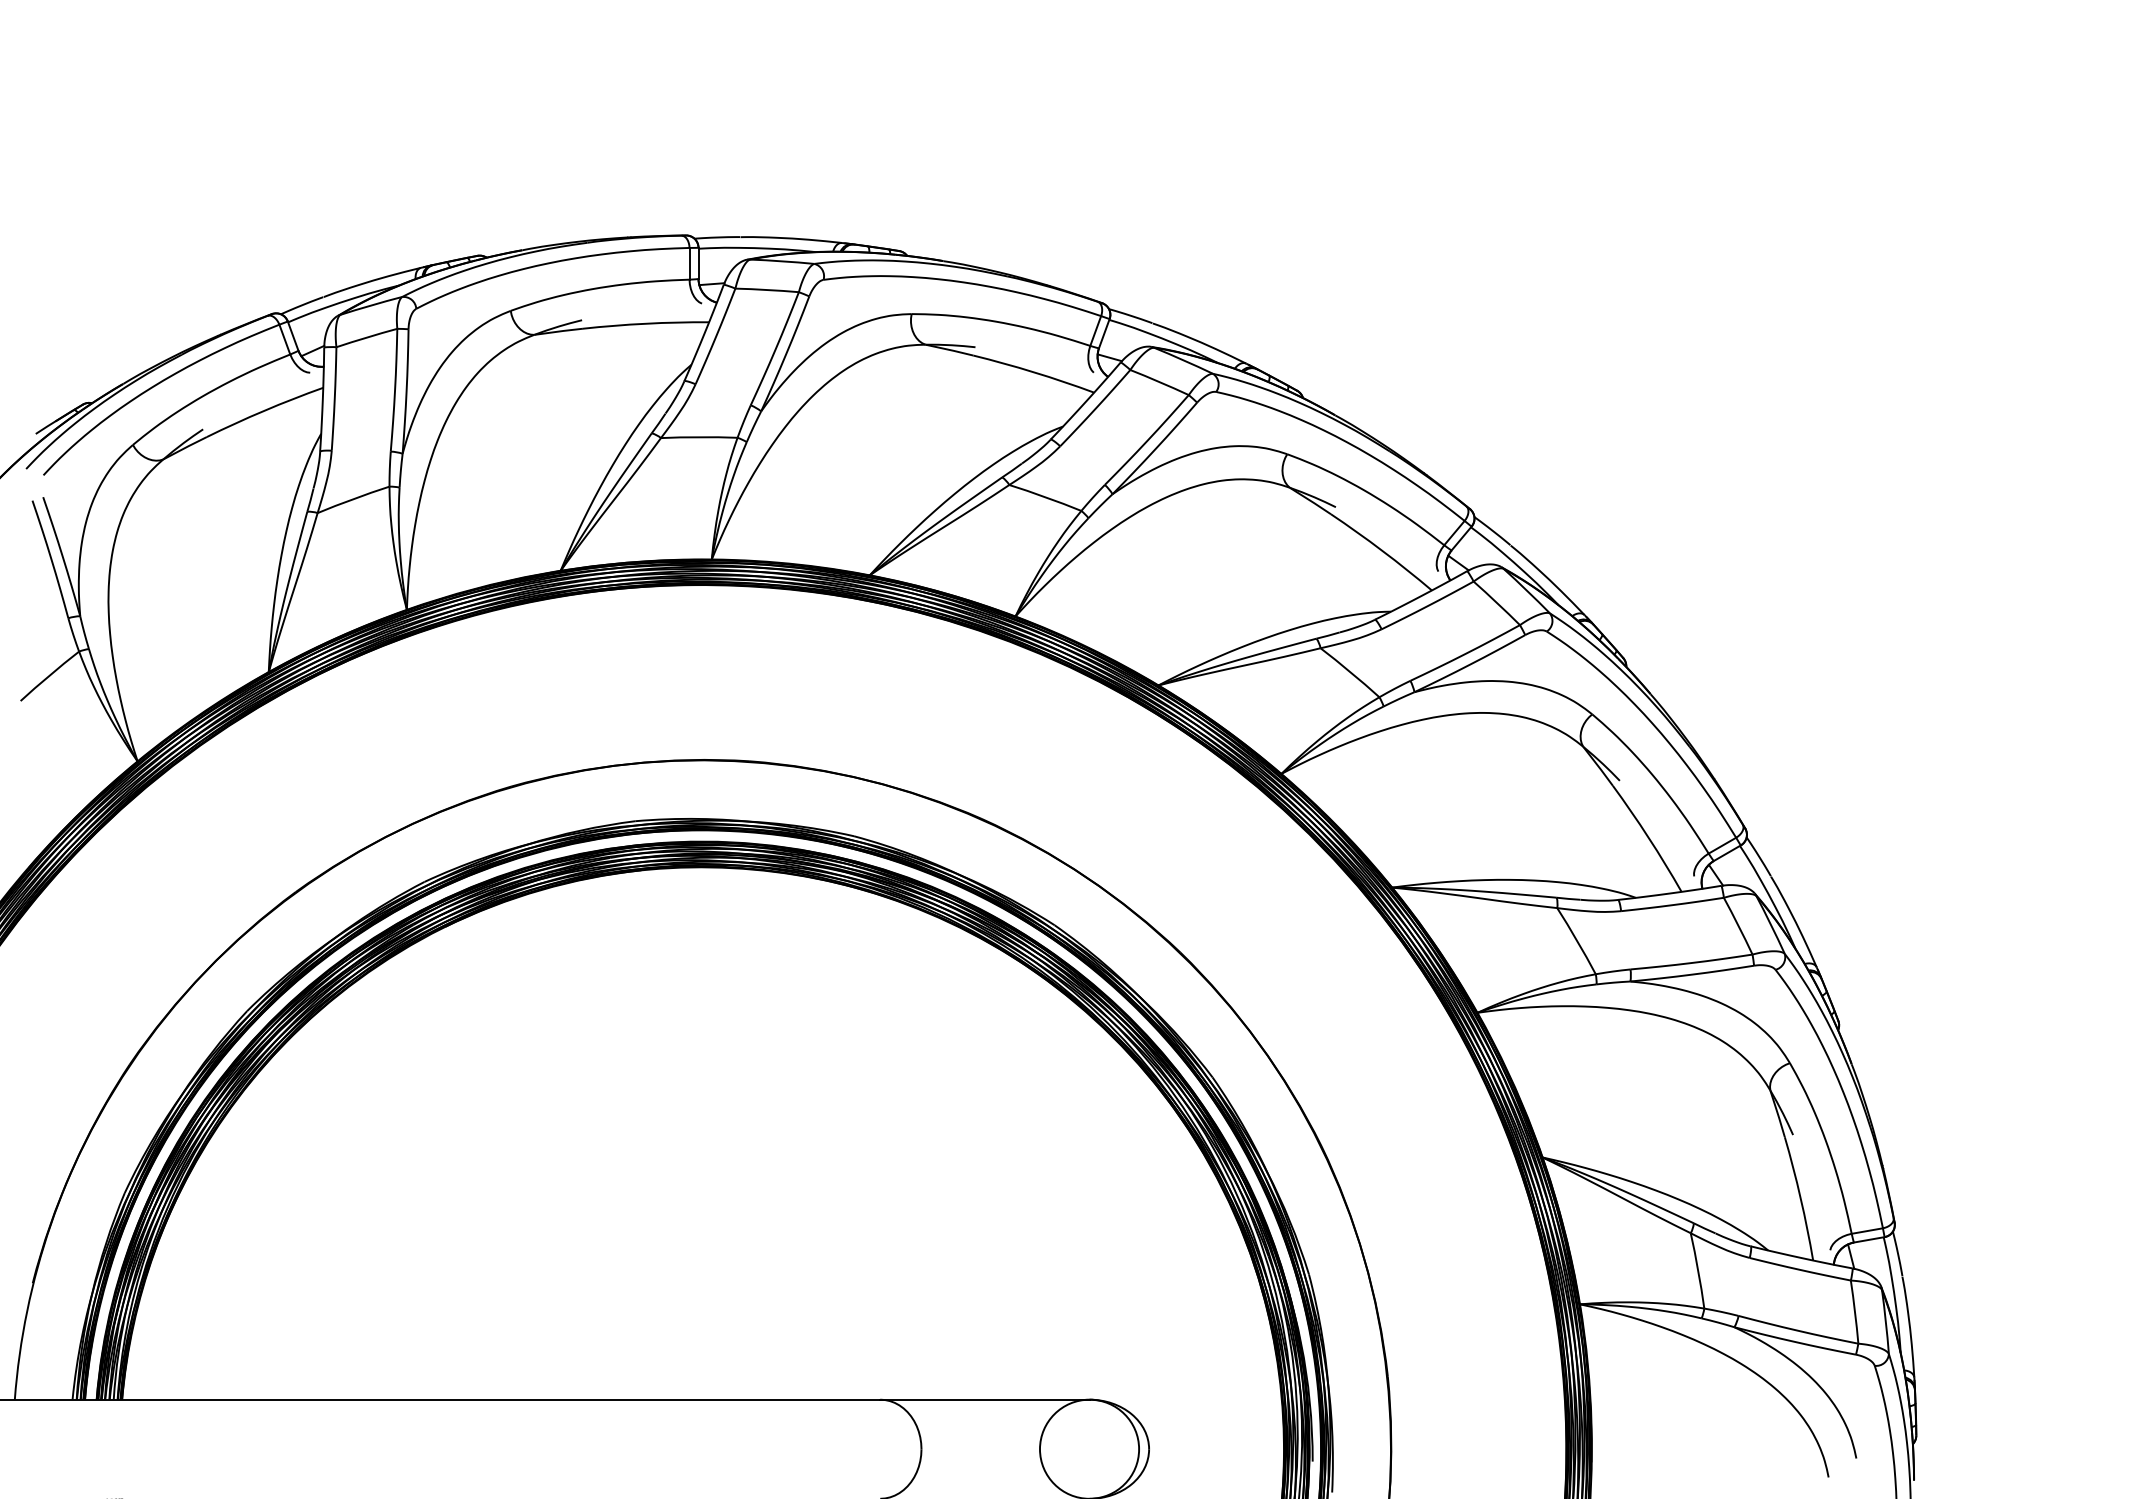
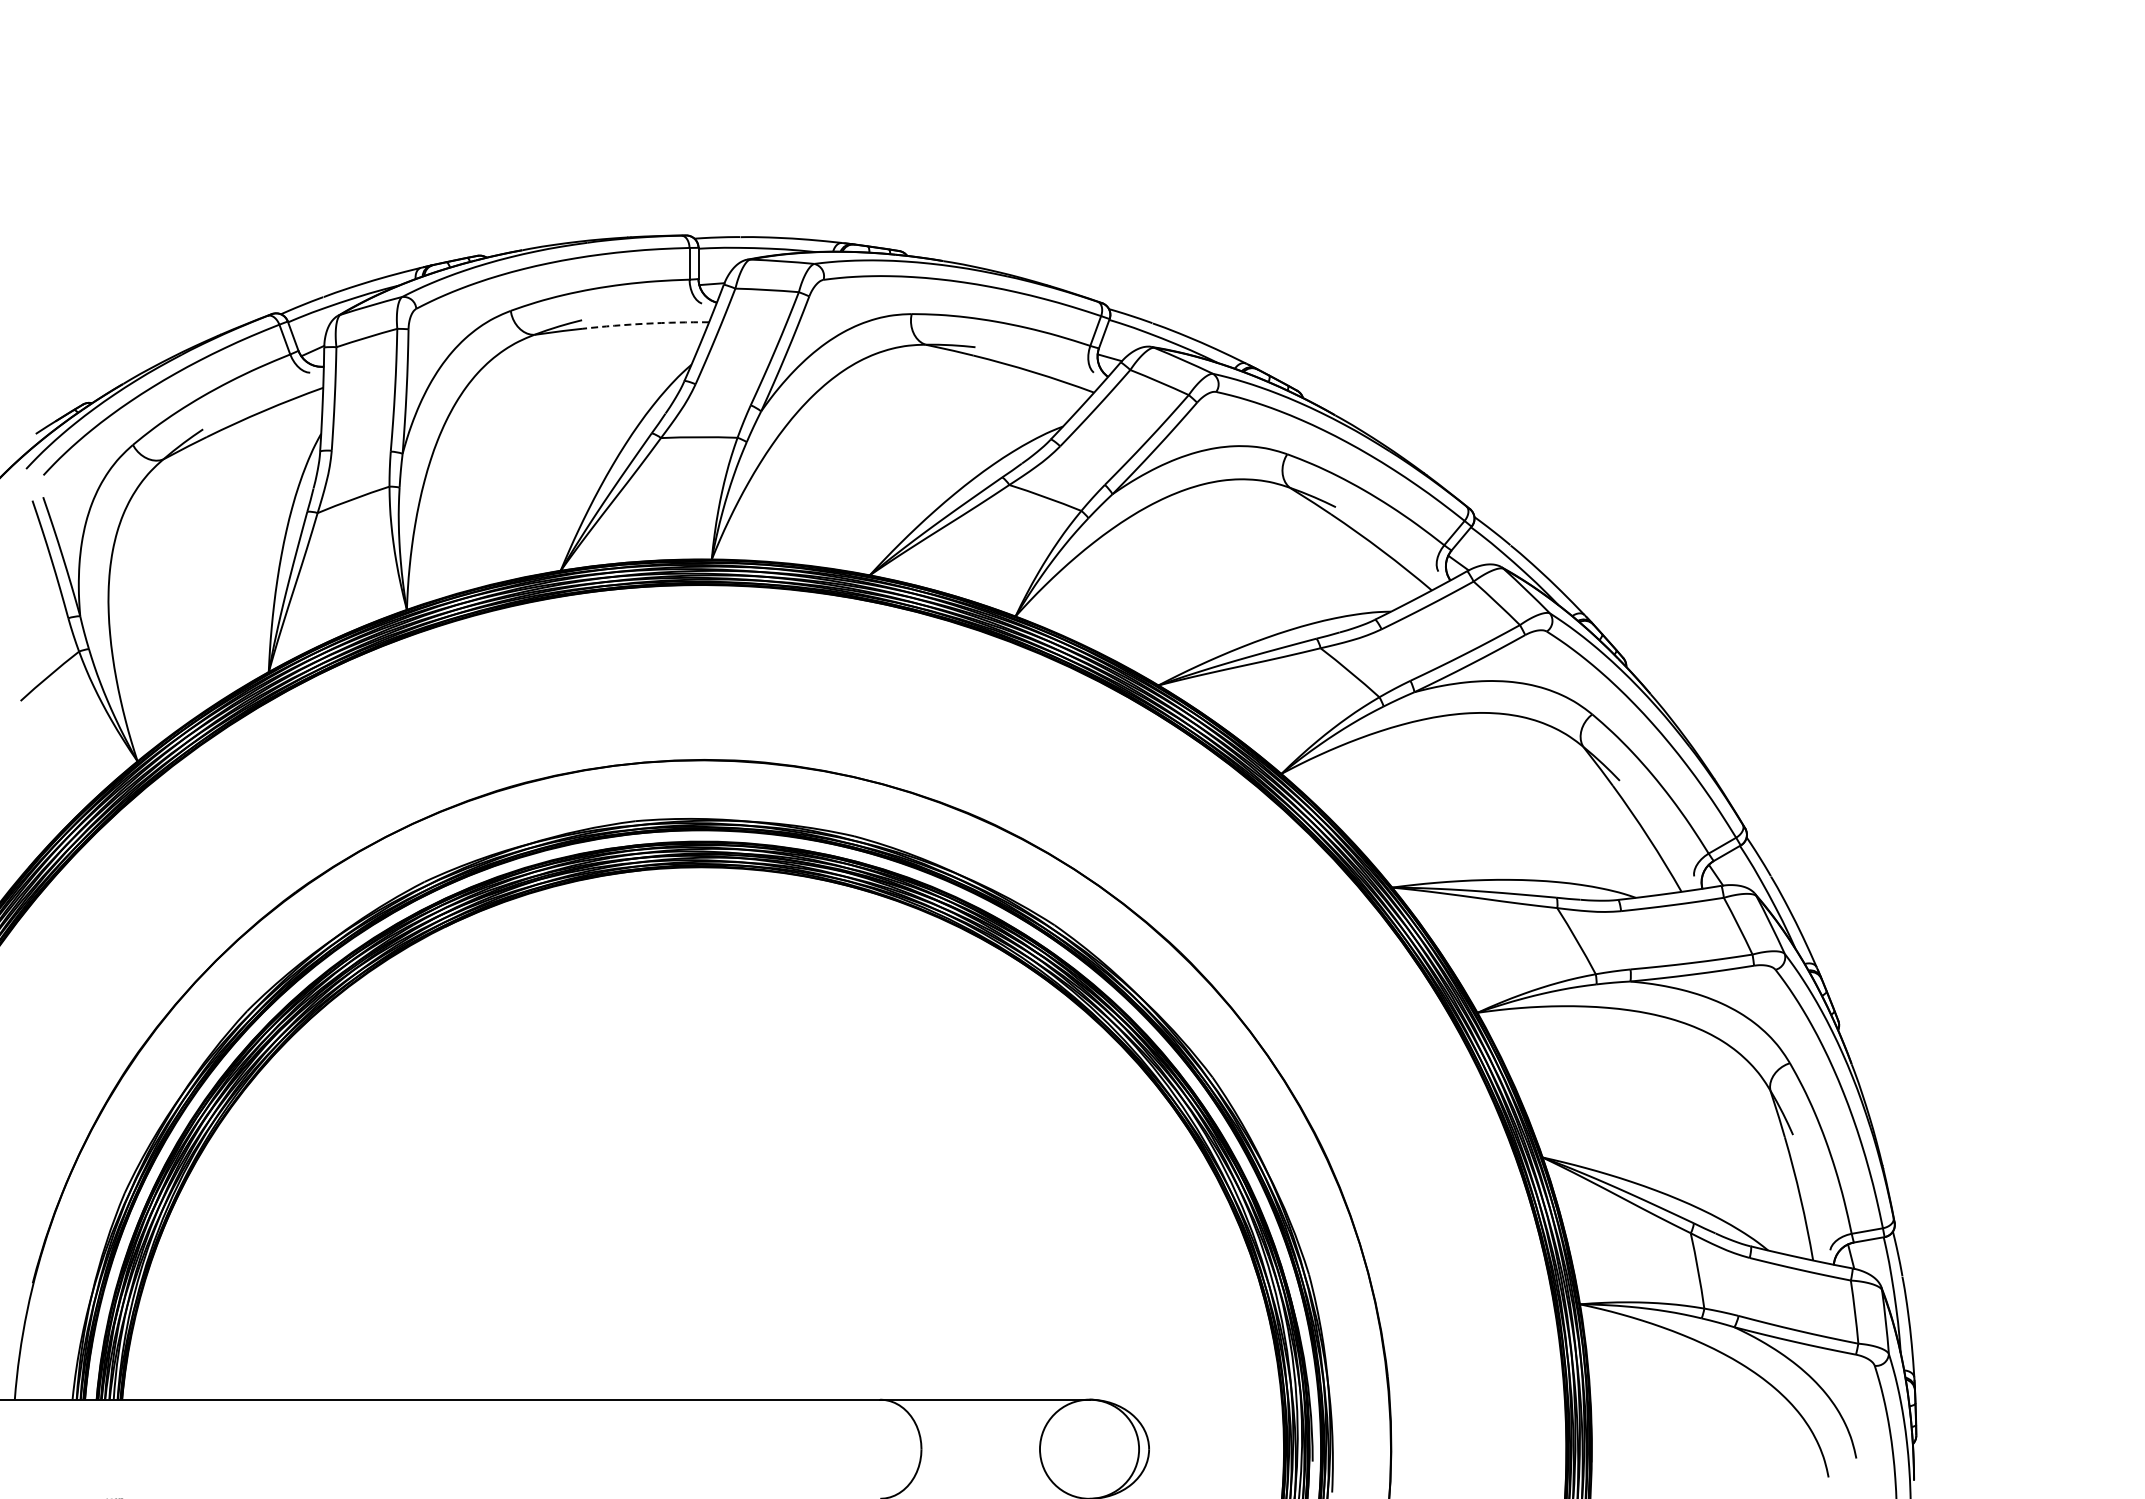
arc at (645, 323): solid -> dashed
